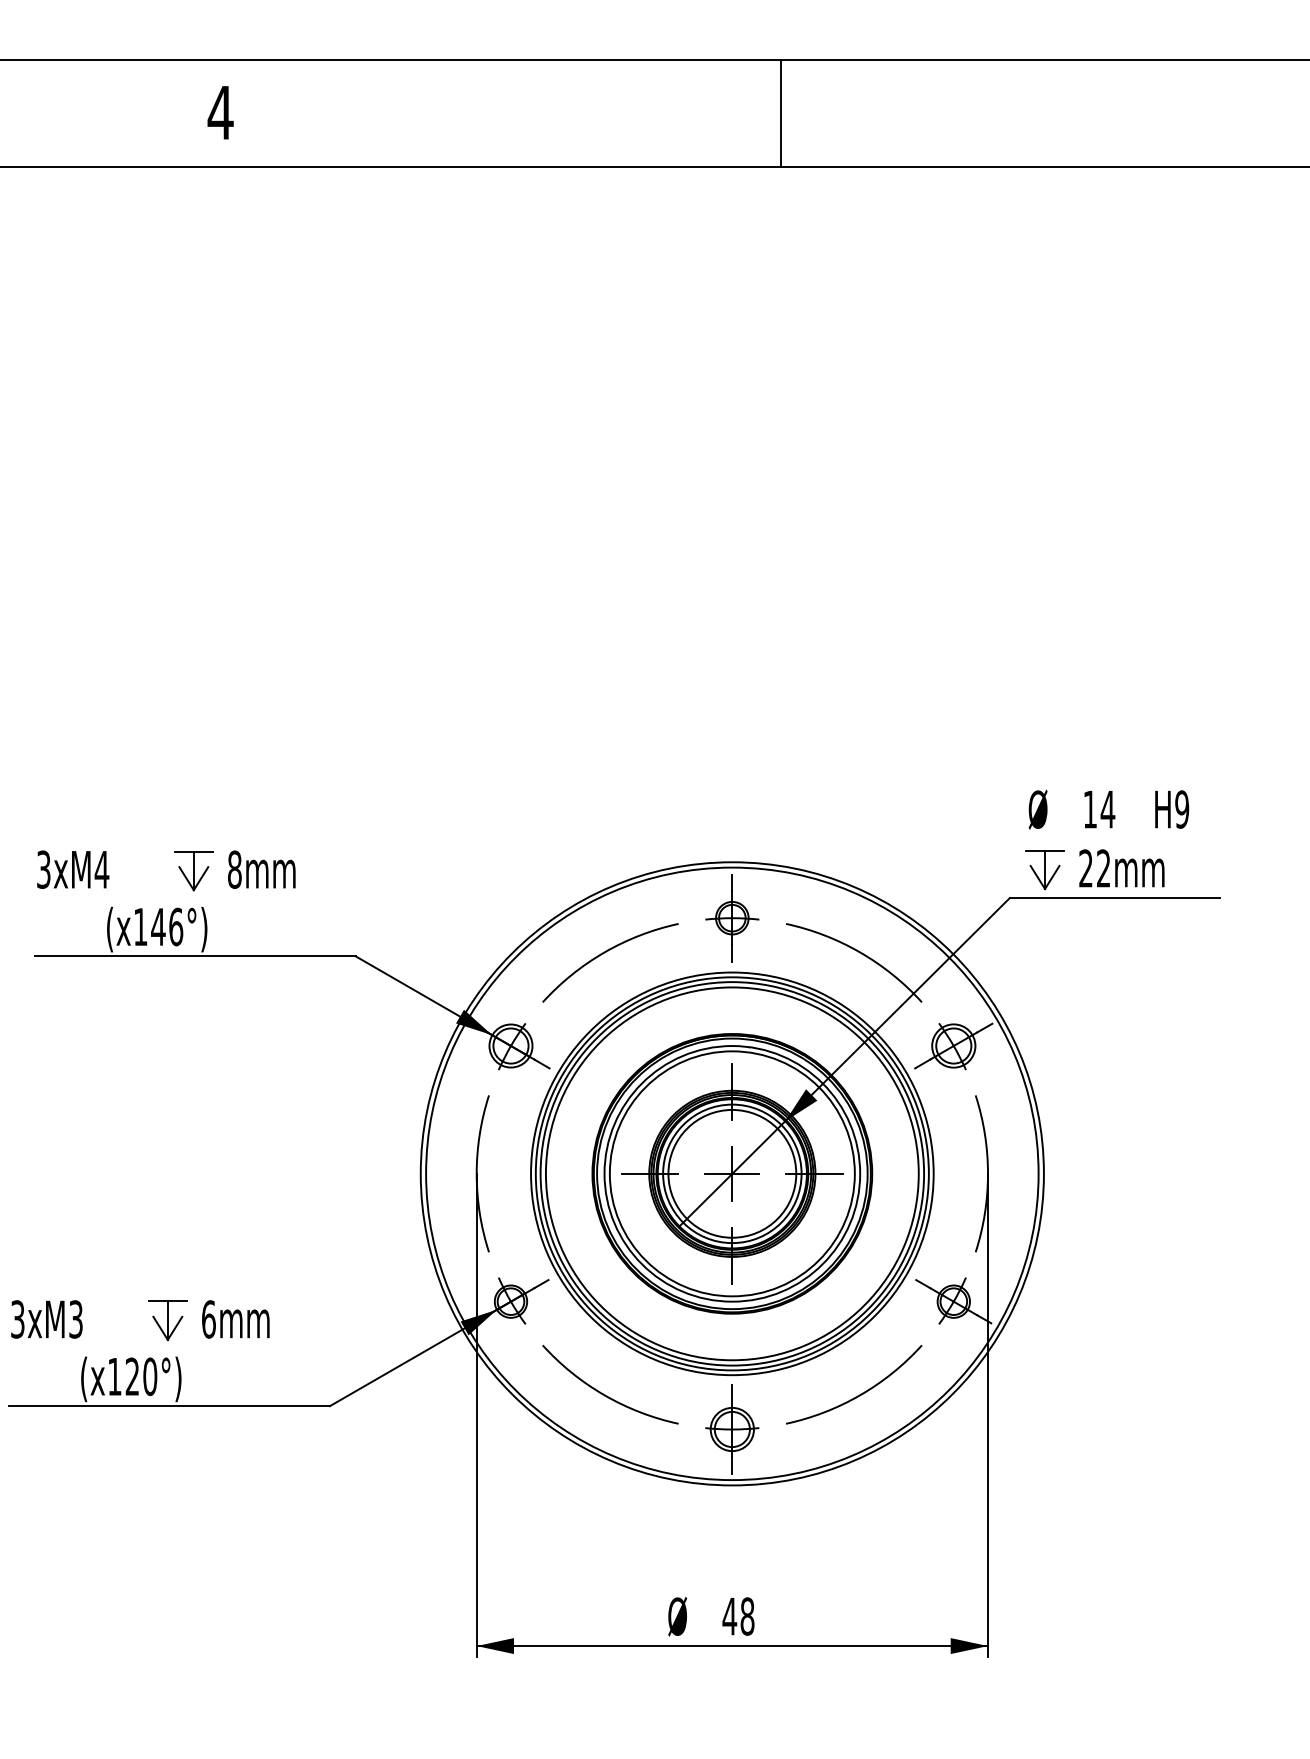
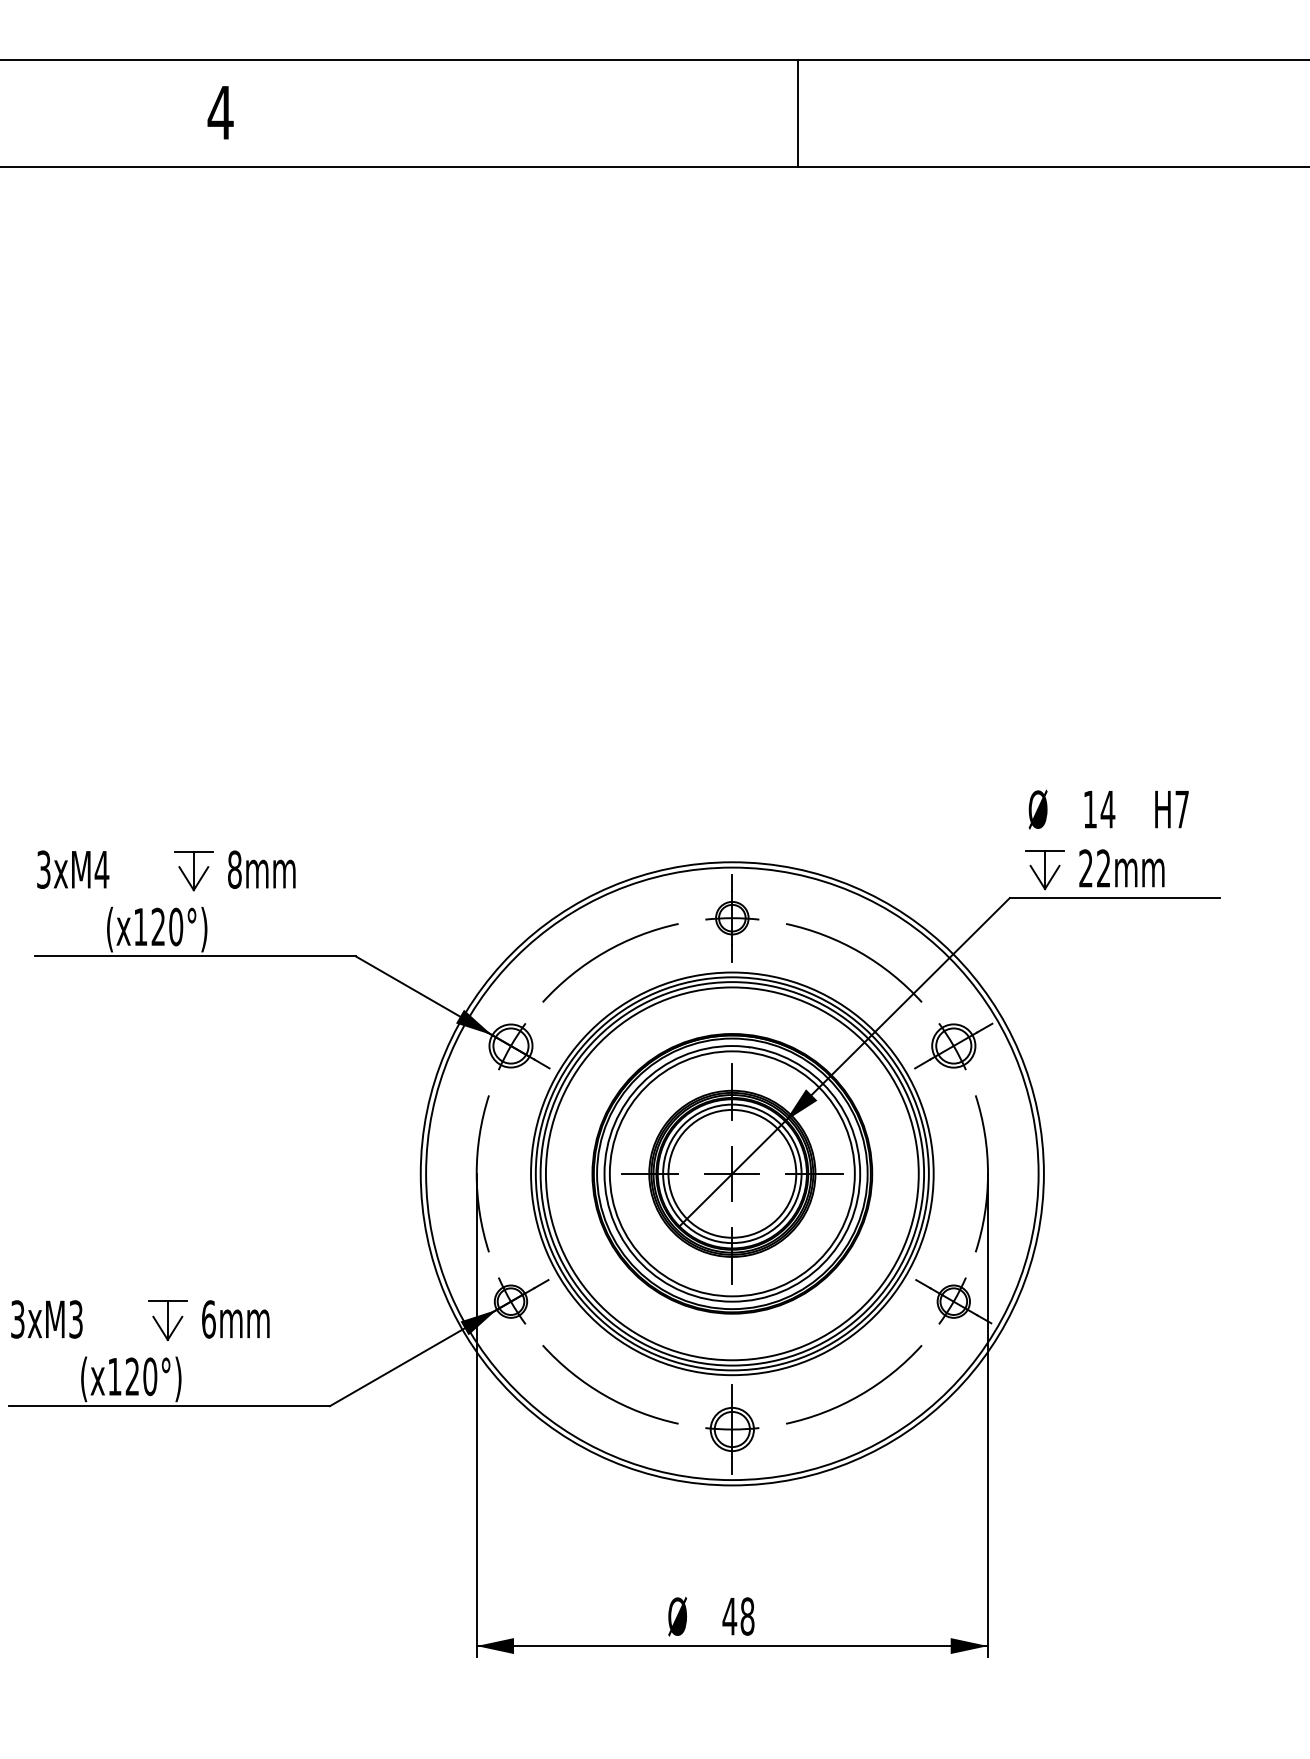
line at (780, 113) position: (780, 113) -> (797, 113)
text at (1182, 809): H9 -> H7
text at (167, 926): (x146°) -> (x120°)
